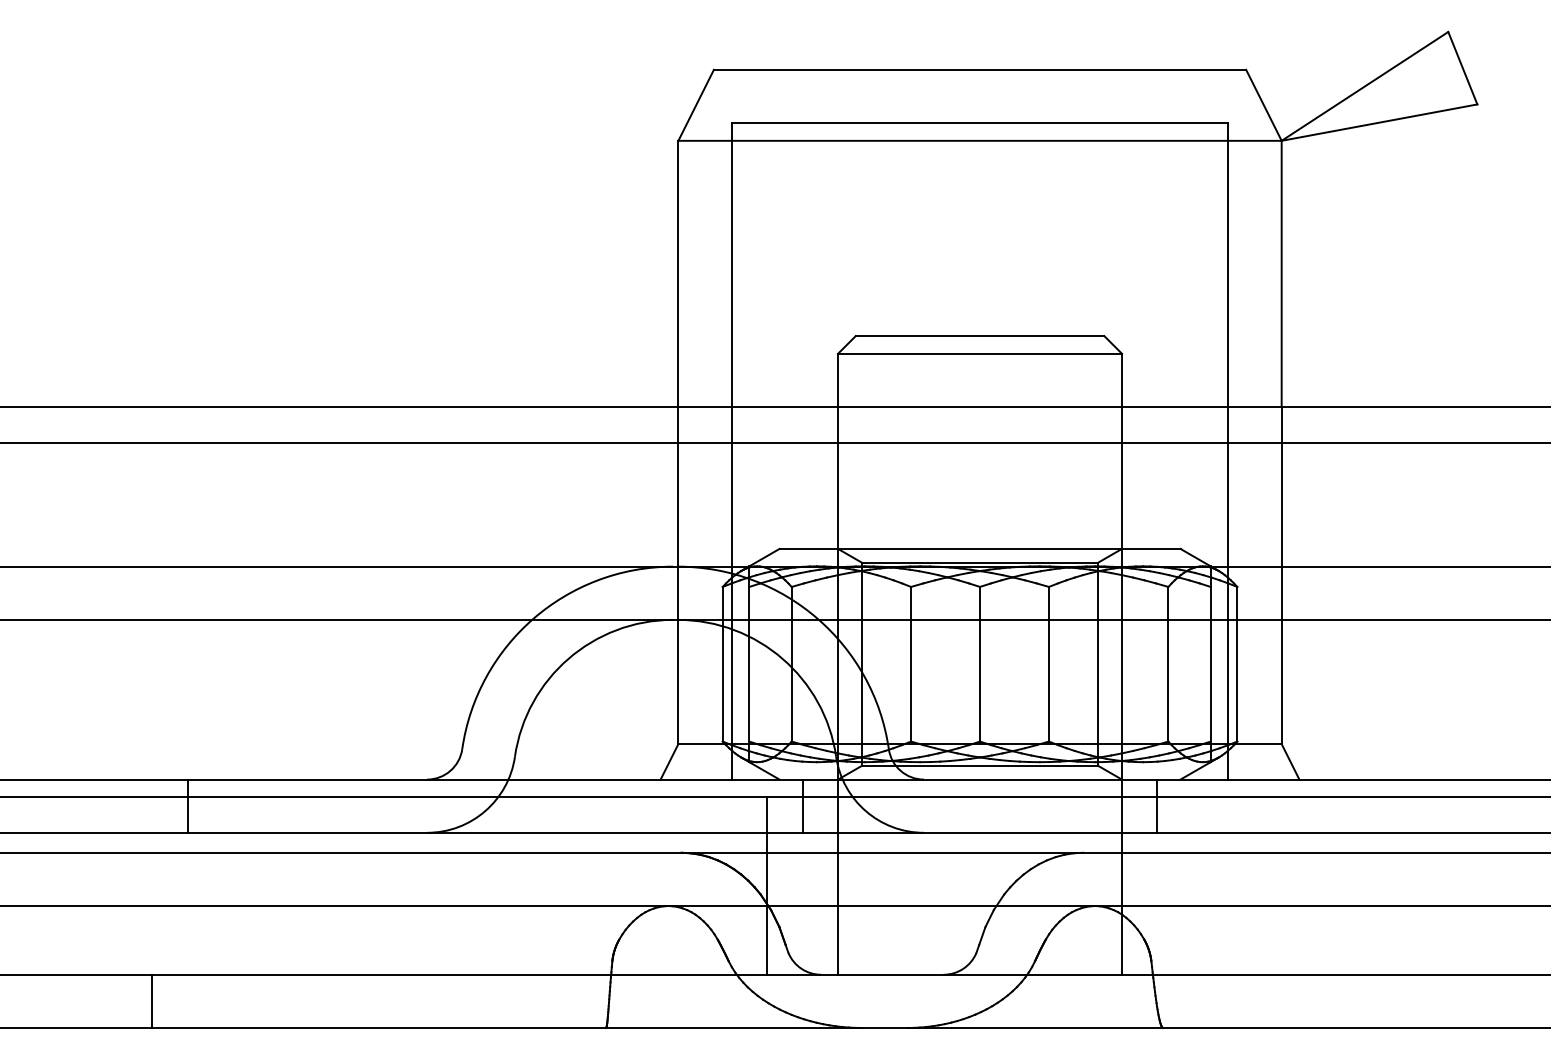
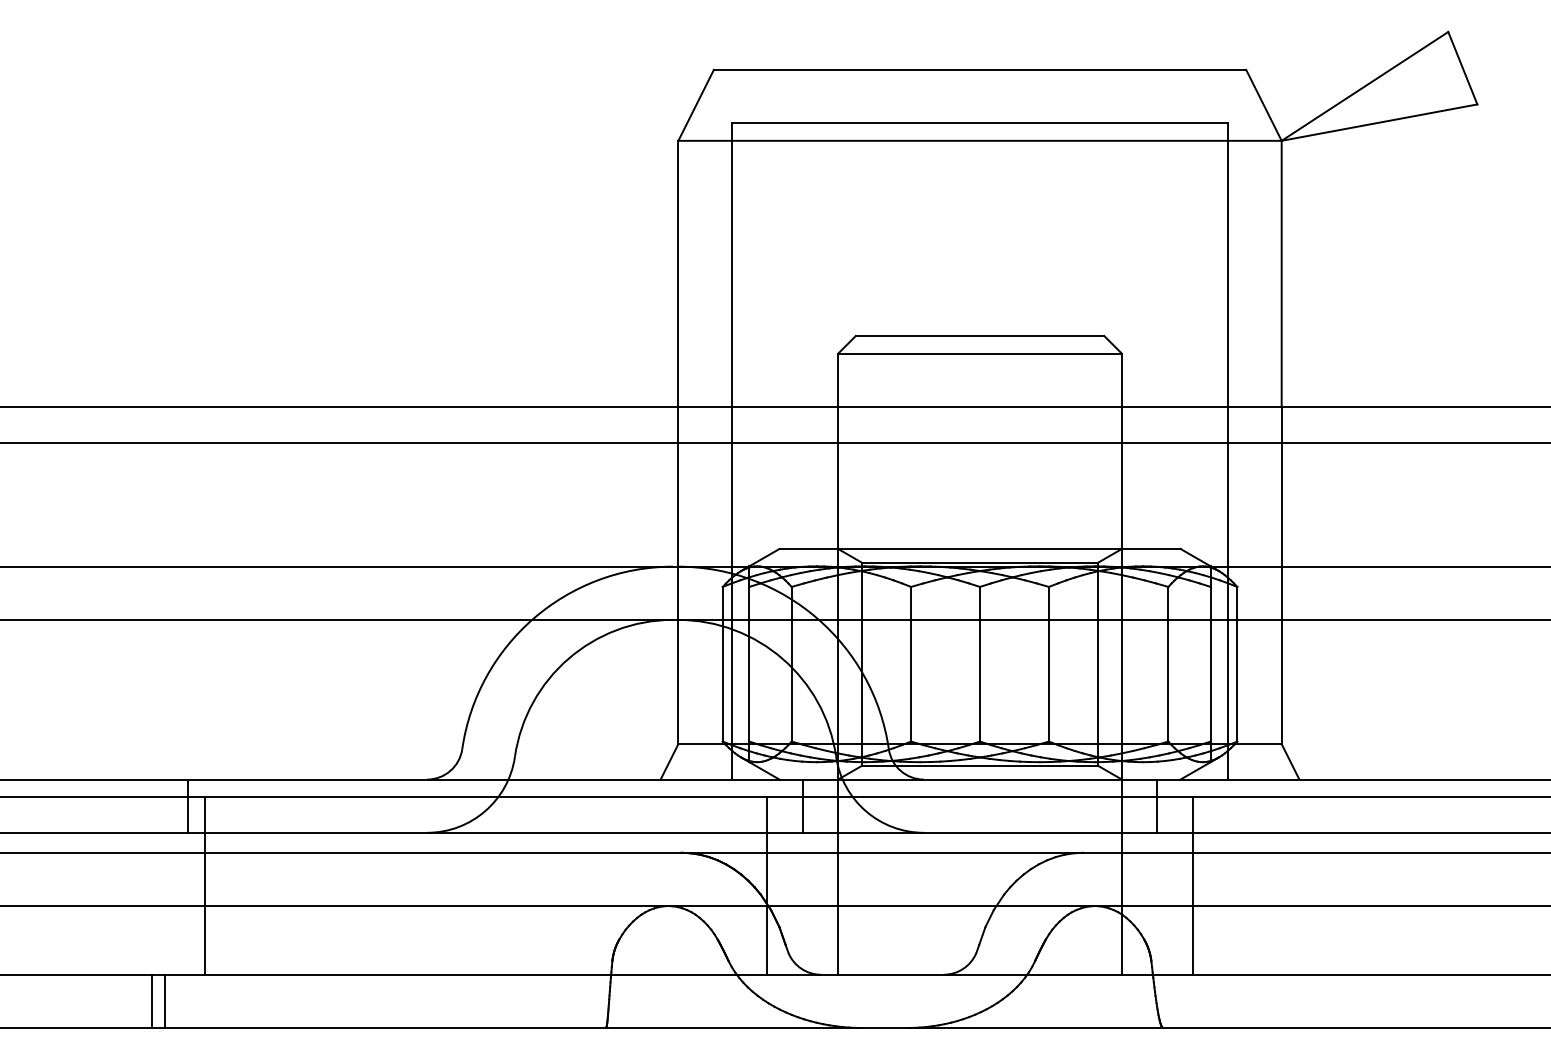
line at (205, 885): none -> present
line at (1192, 885): none -> present
line at (164, 1001): none -> present
